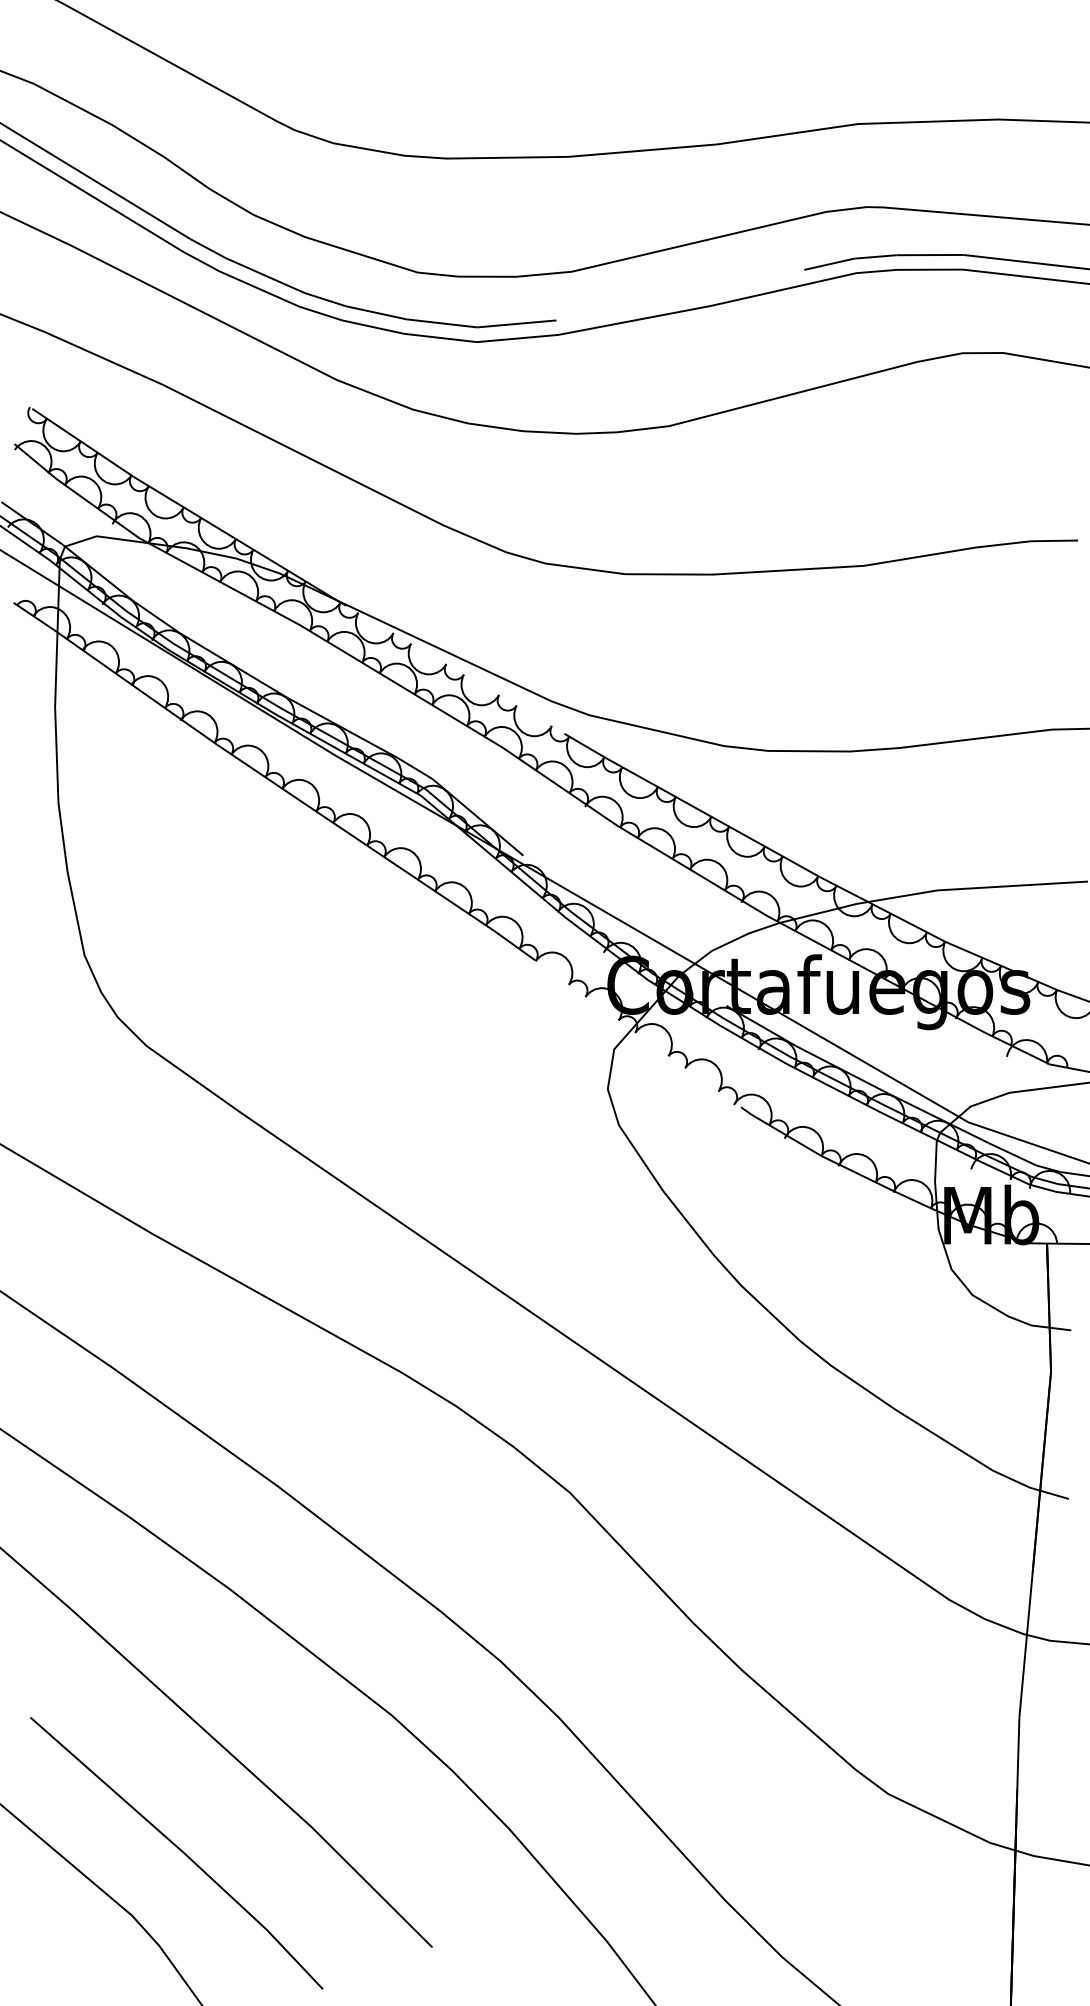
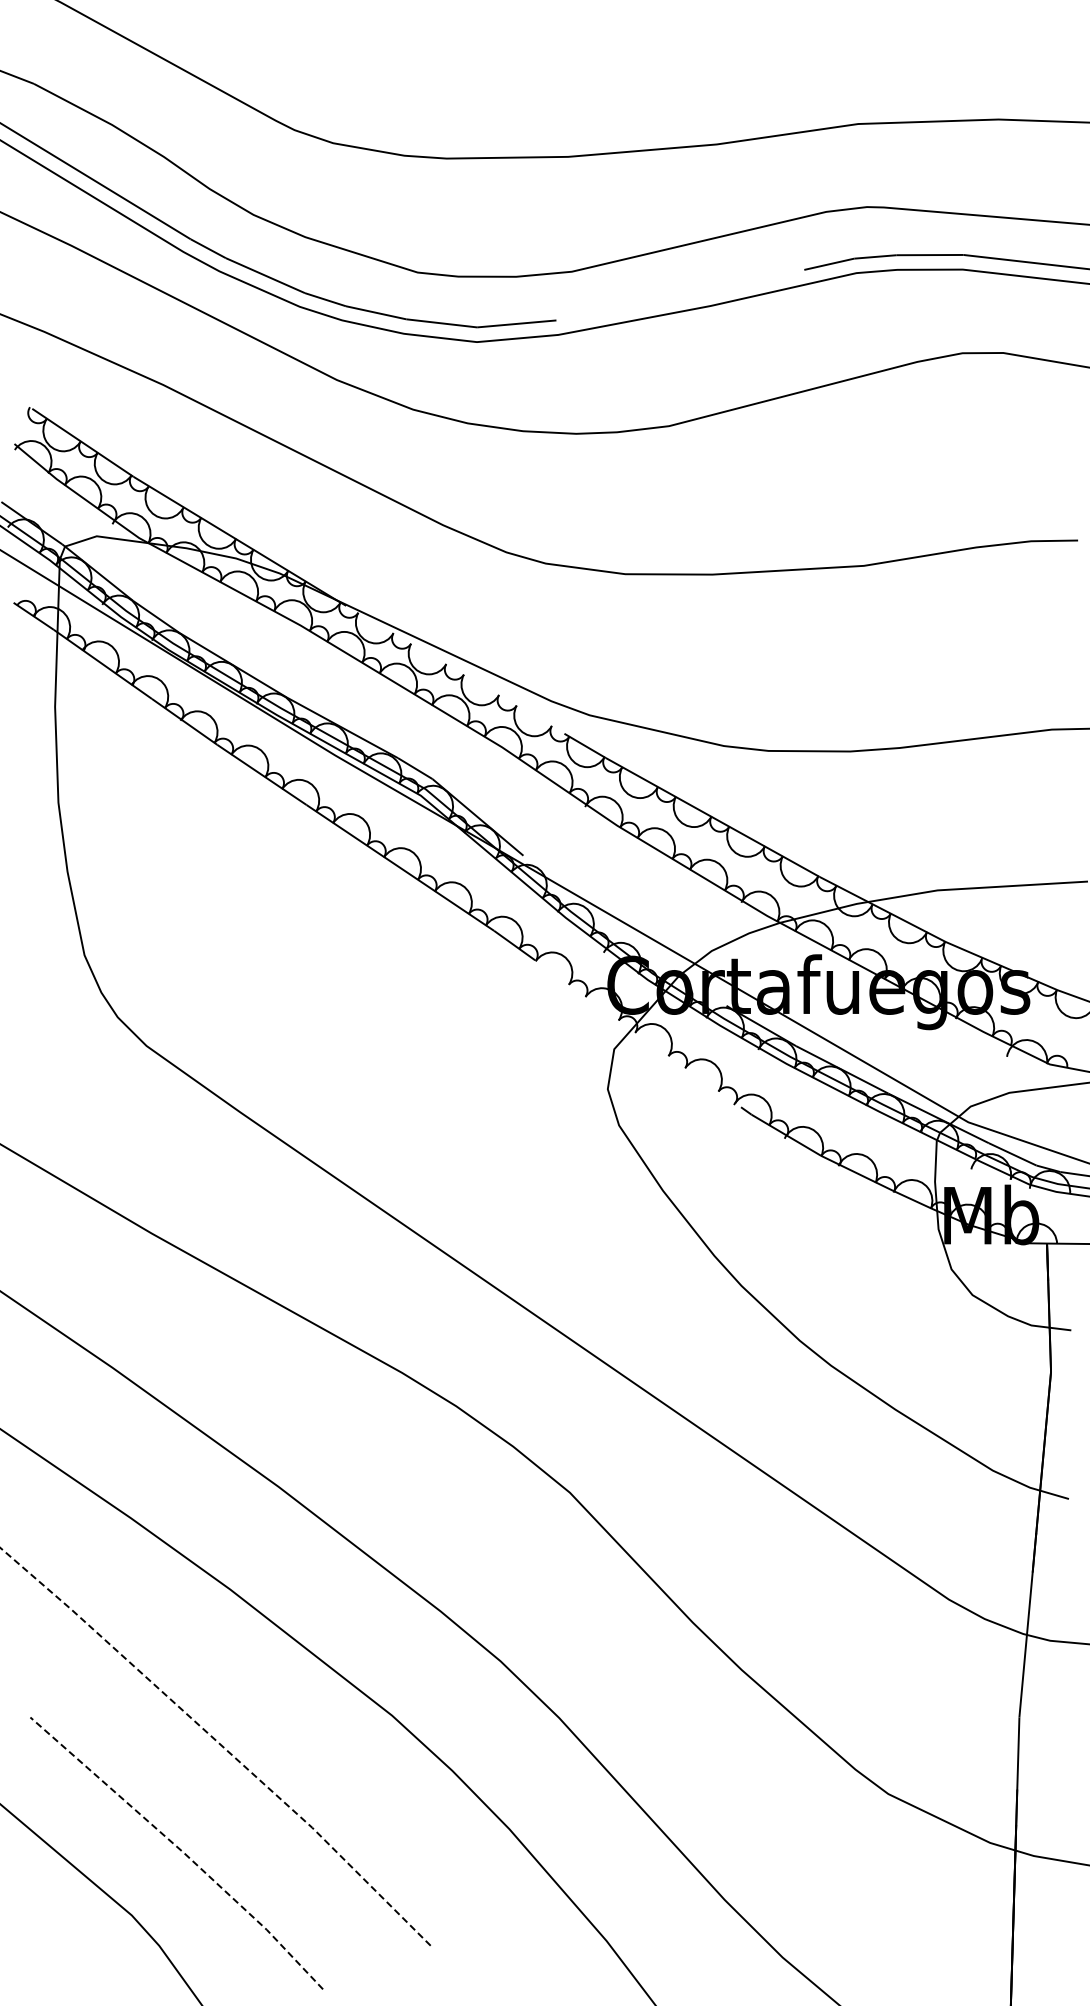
line at (219, 1743): solid -> dashed
line at (181, 1850): solid -> dashed
